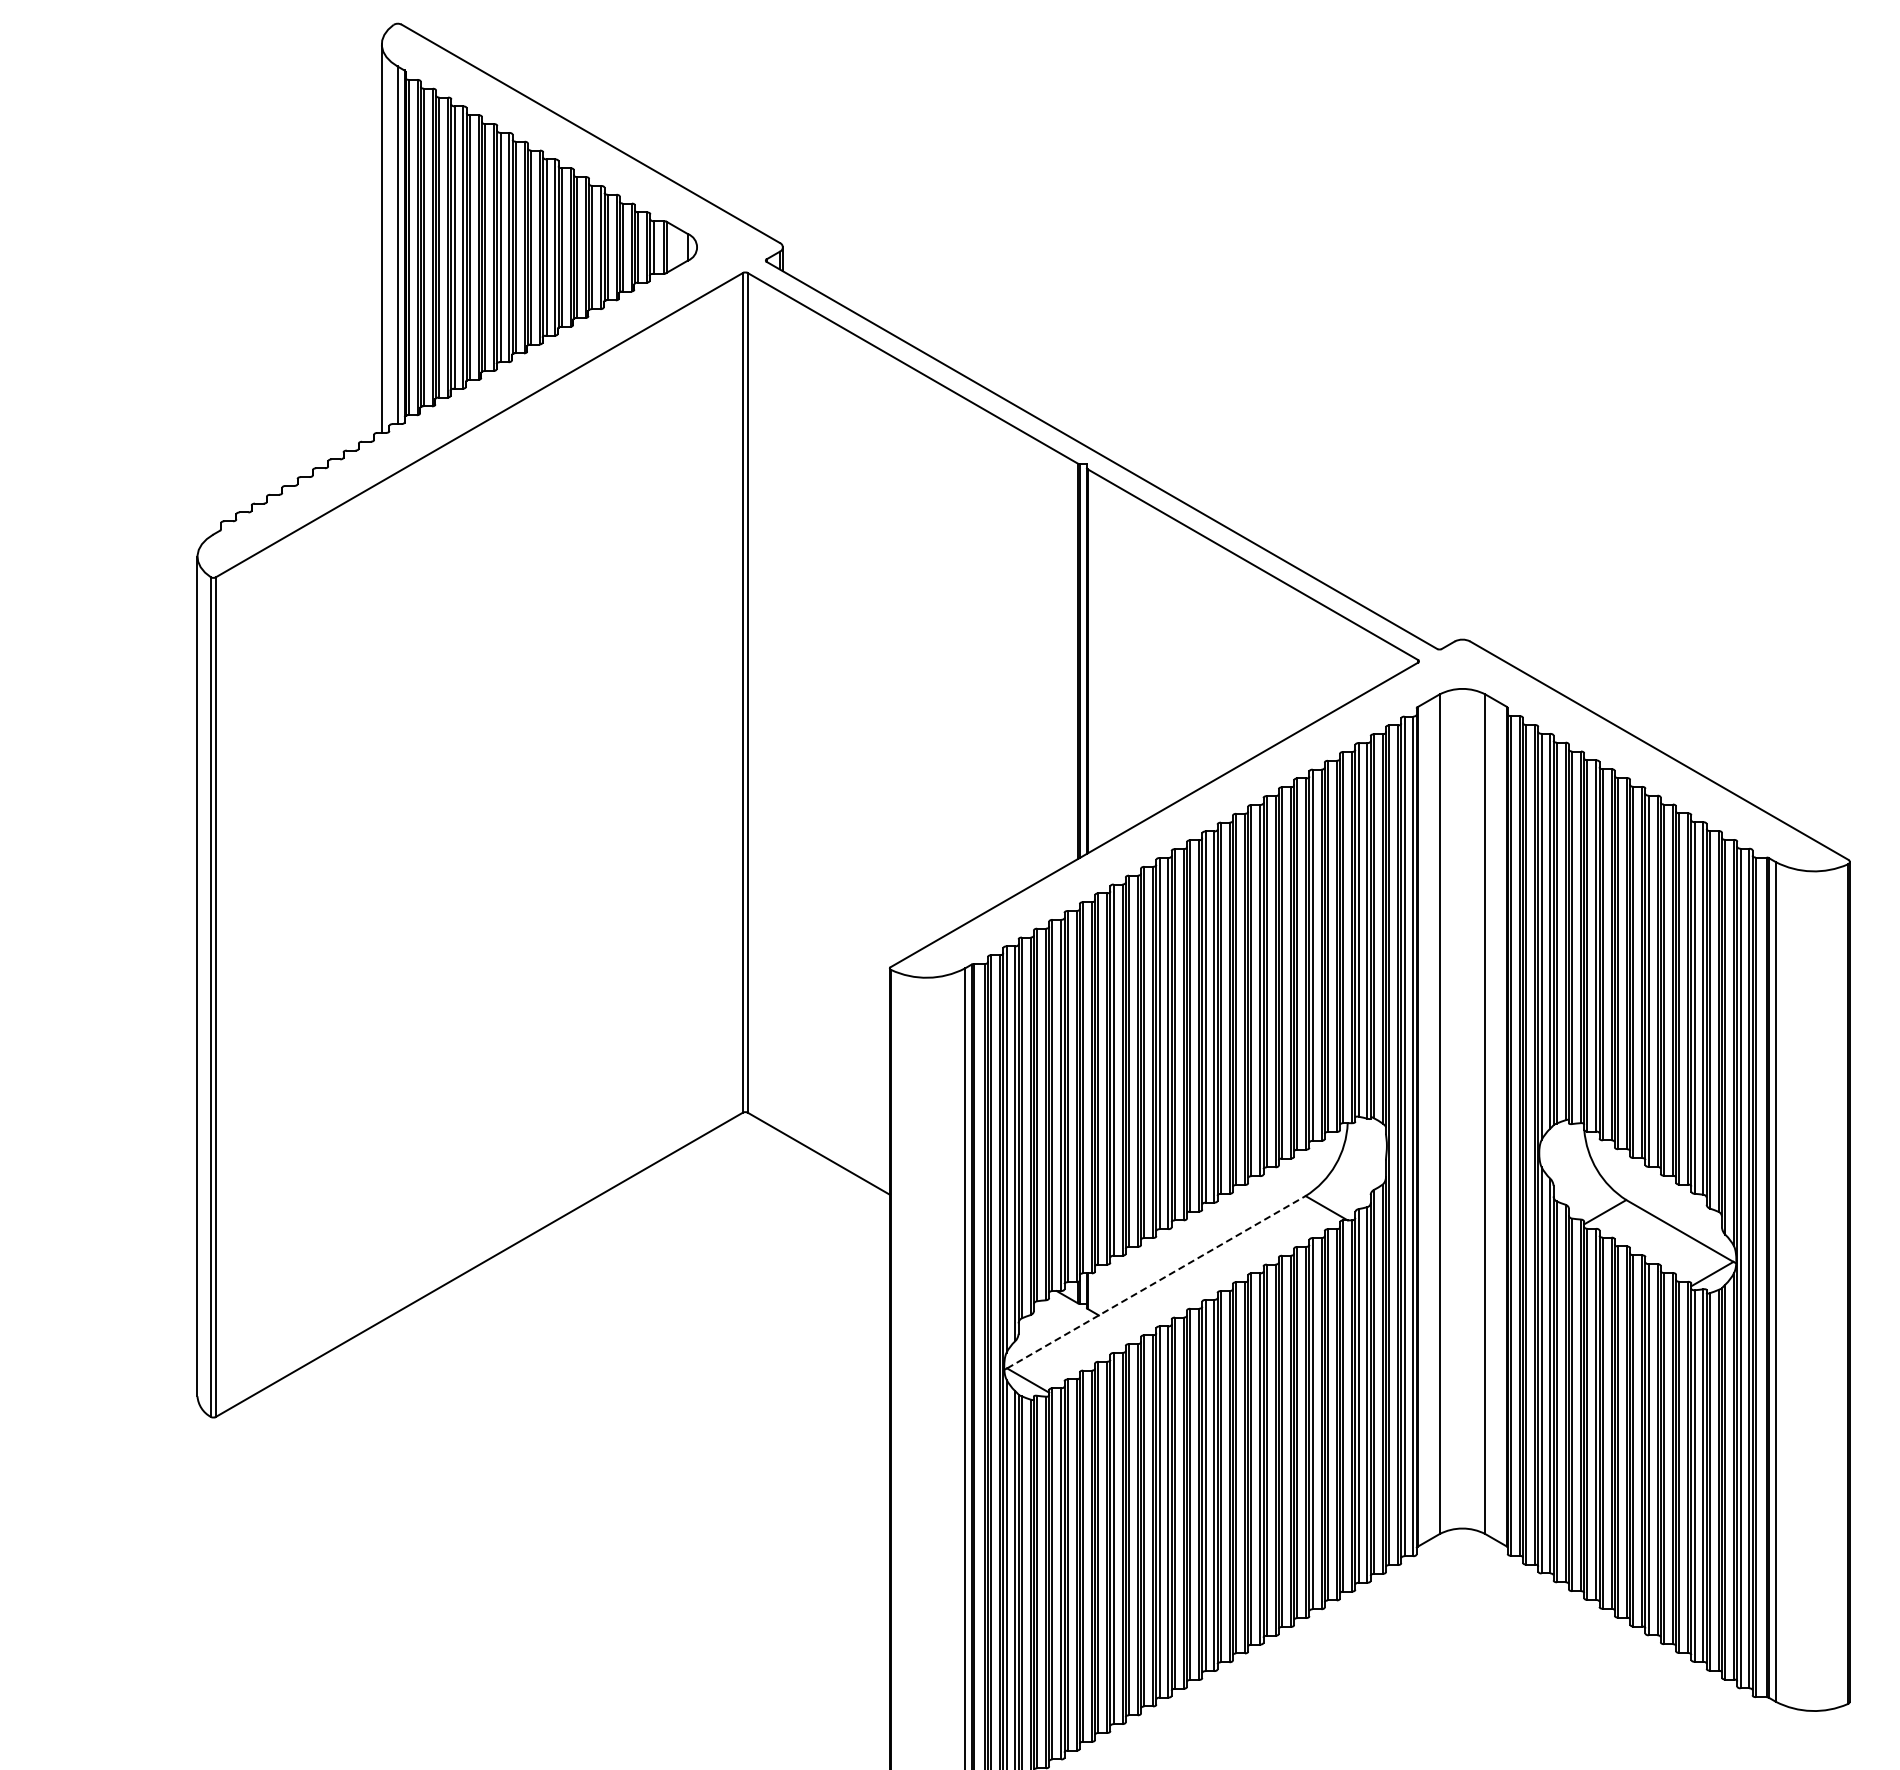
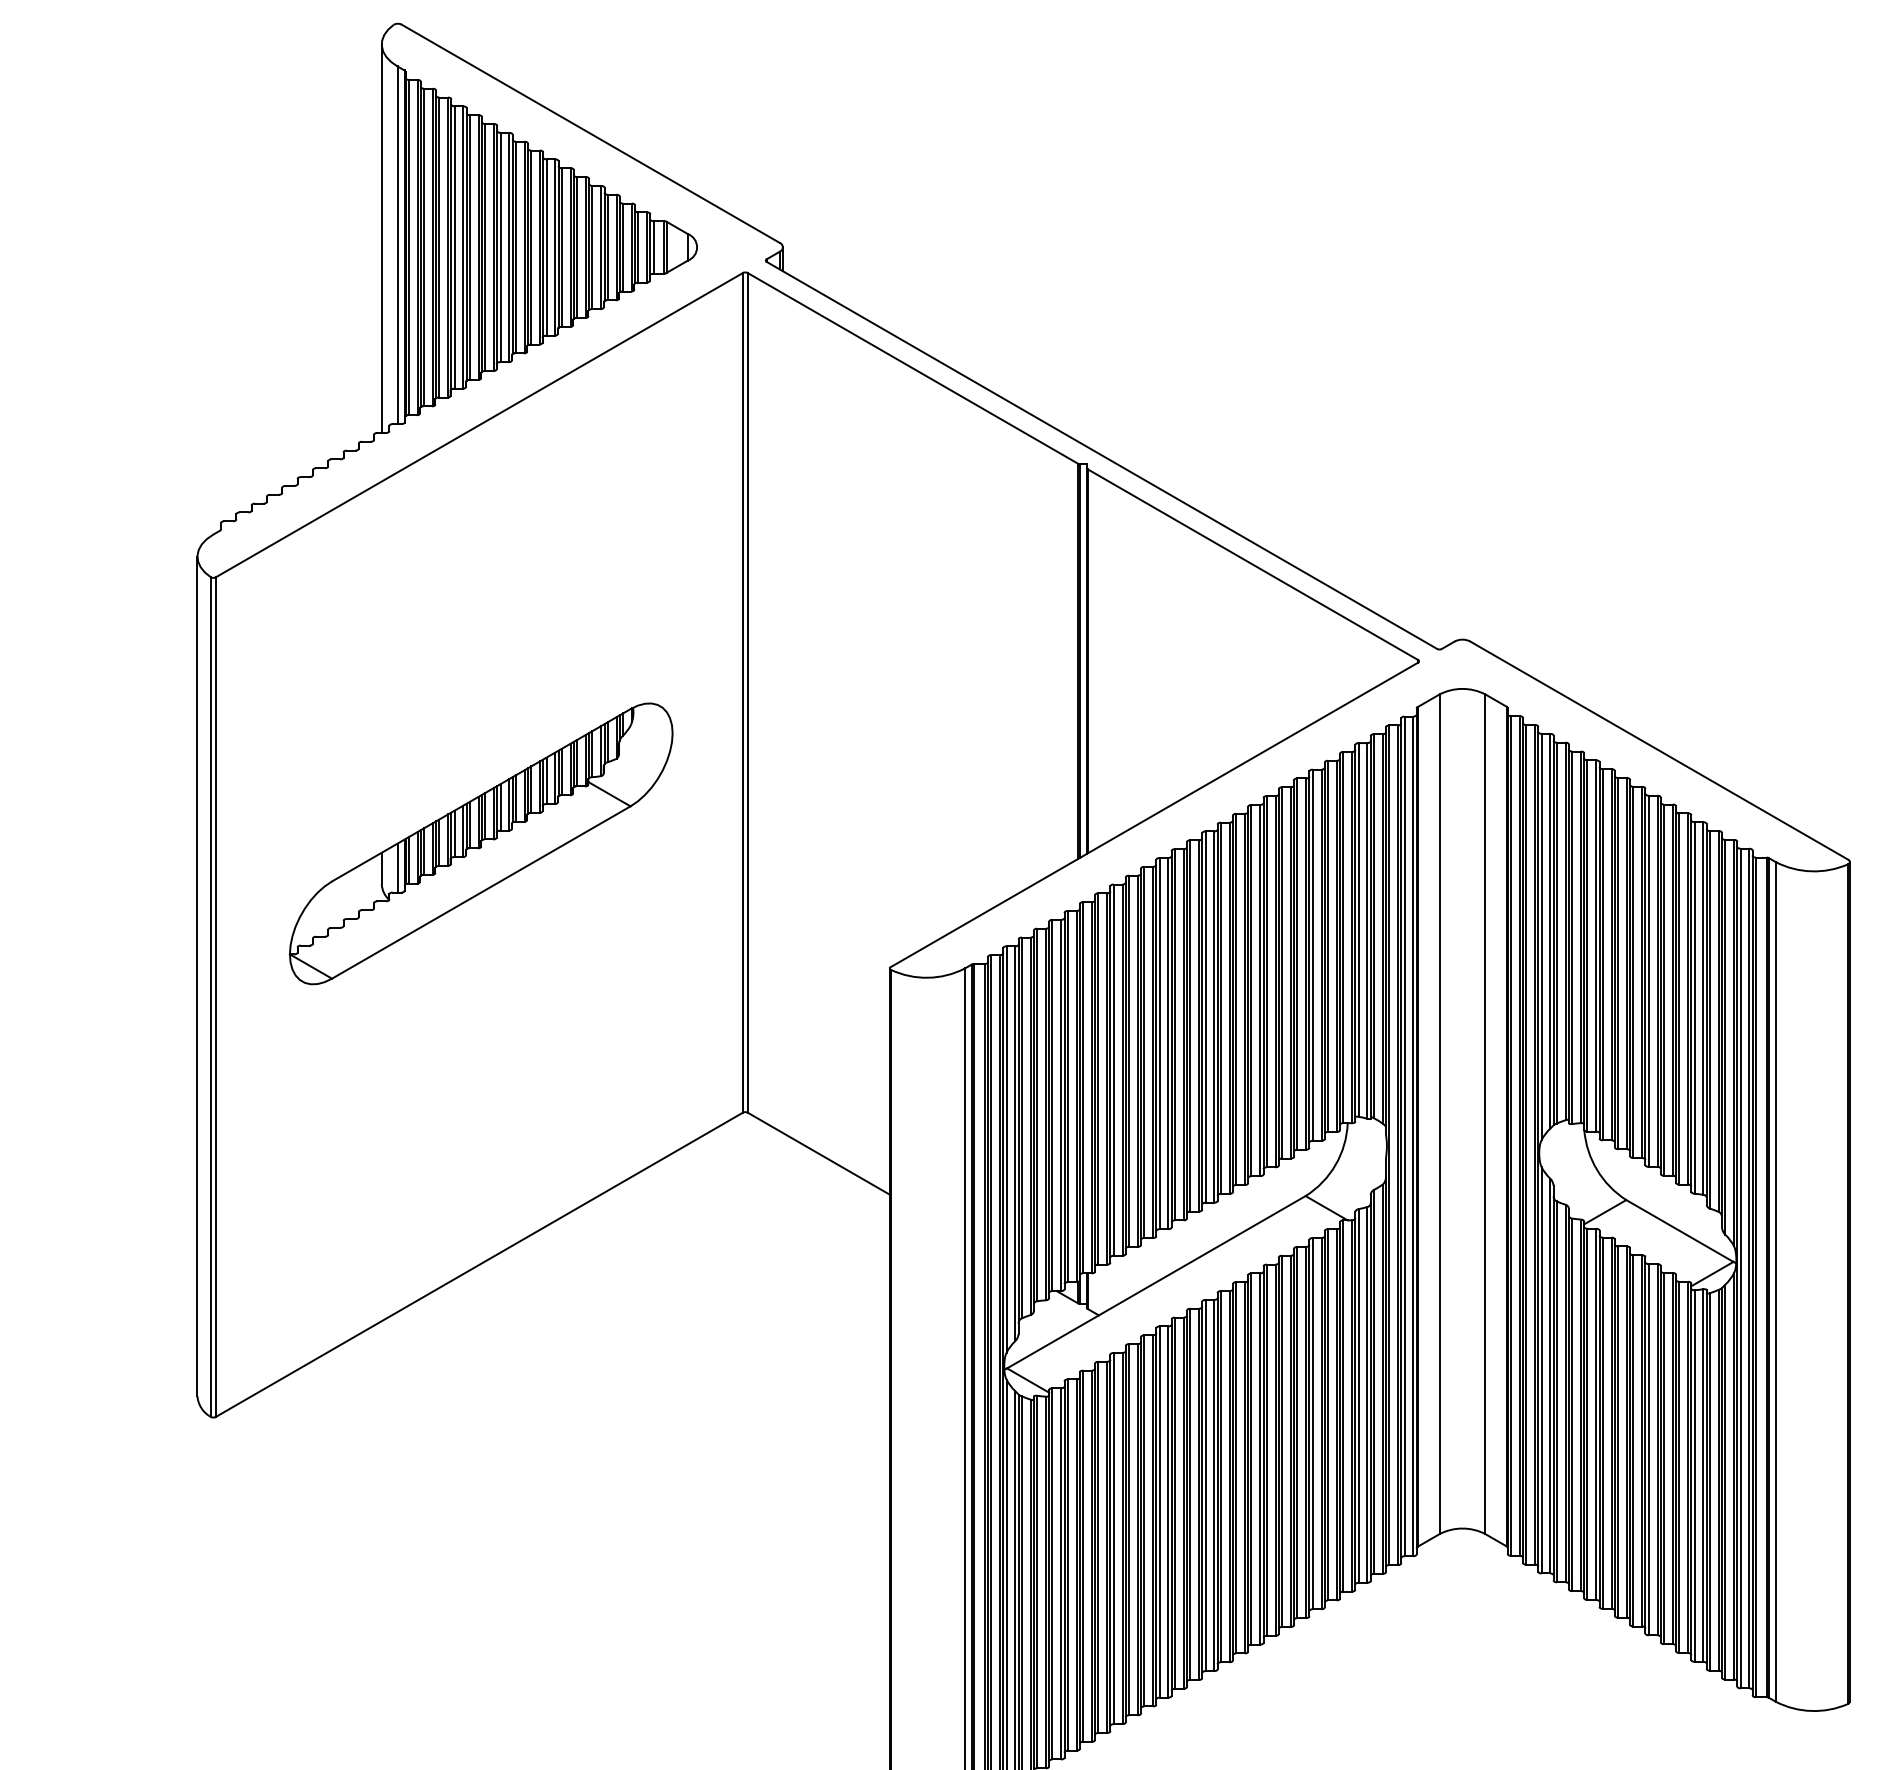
part at (480, 843): none -> present
line at (1156, 1281): dashed -> solid
